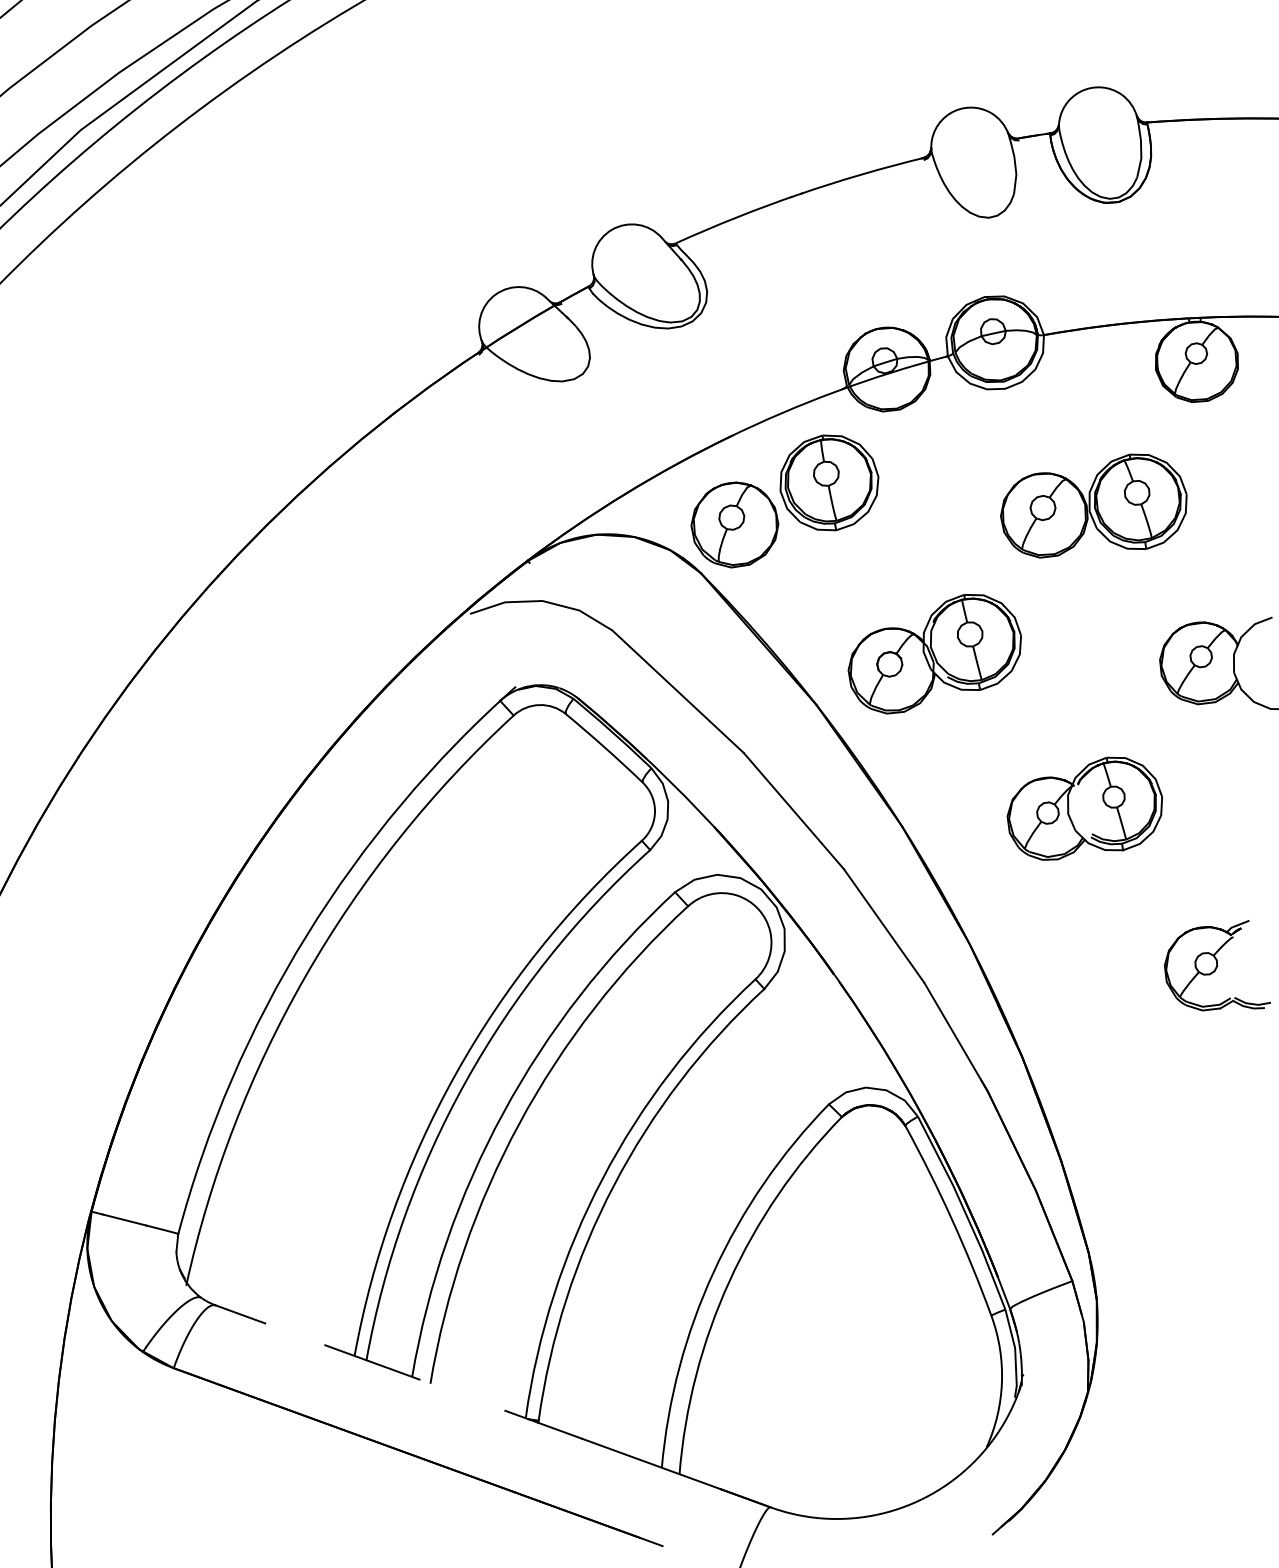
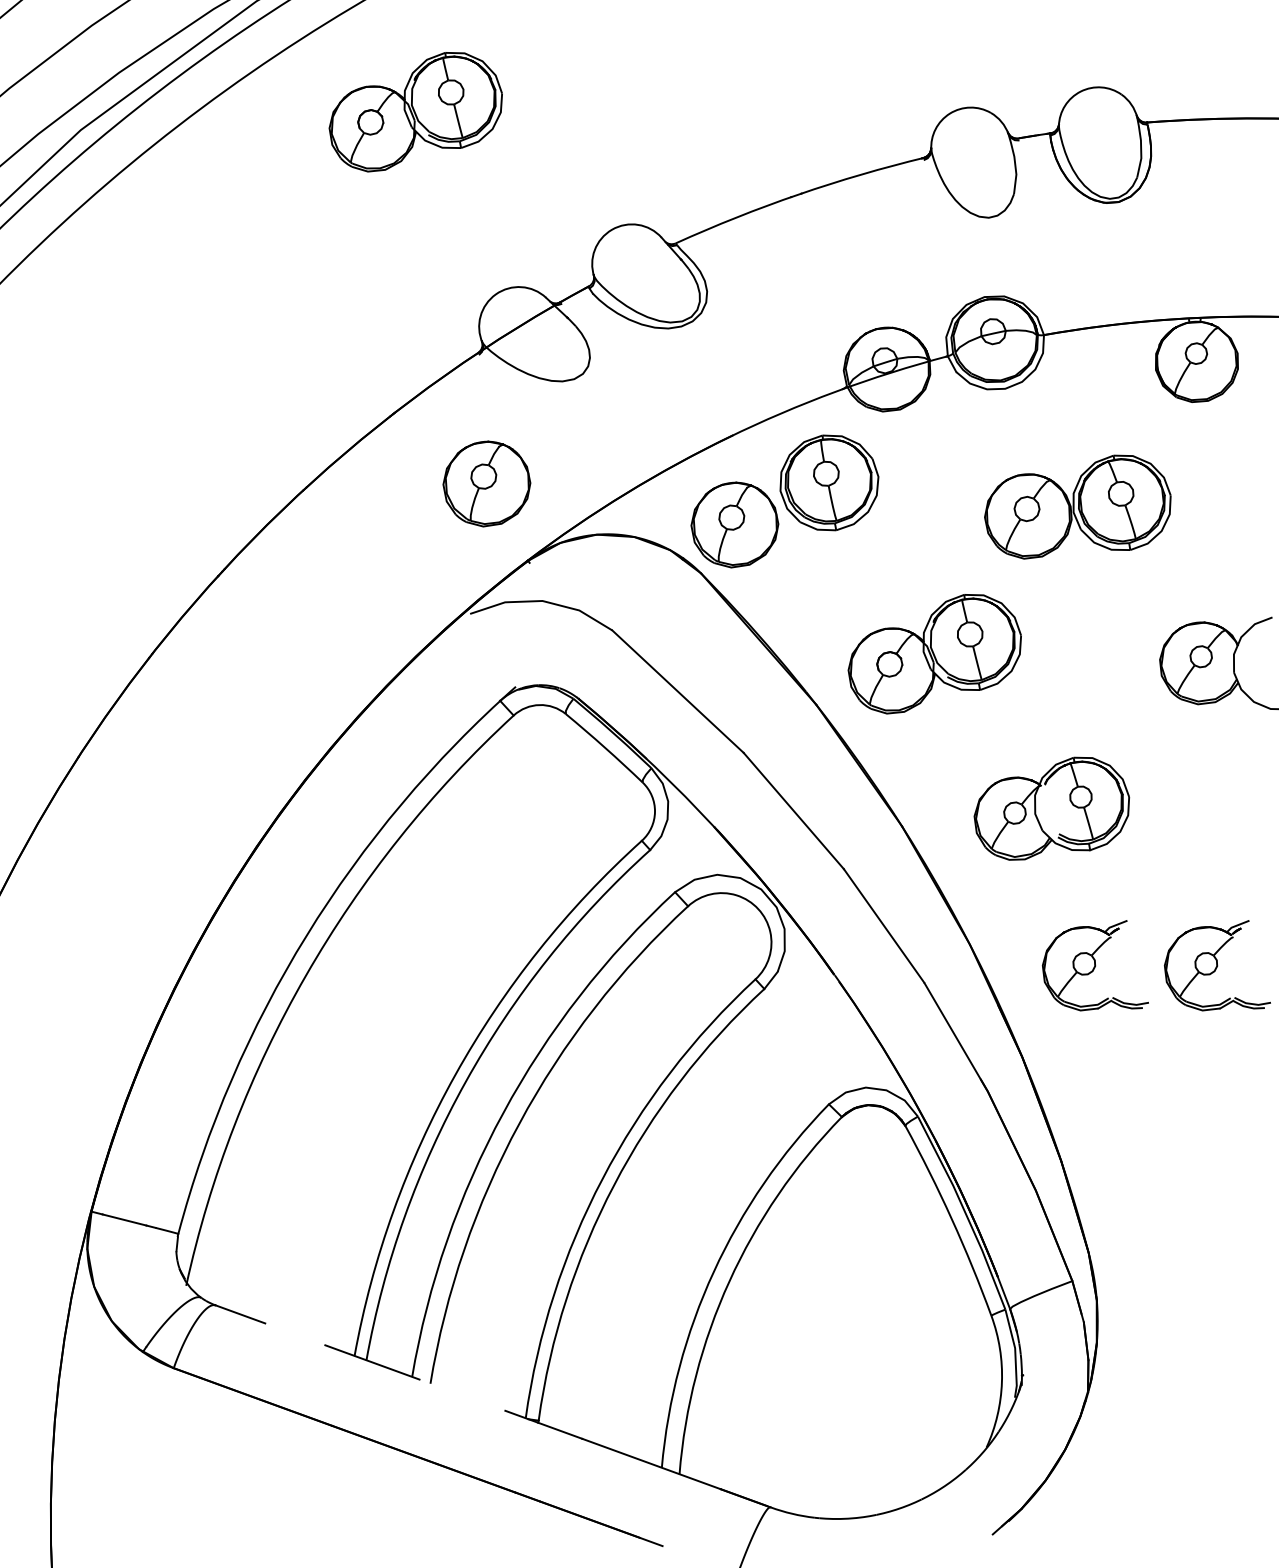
part at (415, 112): none -> present
part at (486, 483): none -> present
part at (1093, 505) position: (1093, 505) -> (1077, 506)
part at (1084, 808) position: (1084, 808) -> (1051, 808)
part at (1094, 965): none -> present
